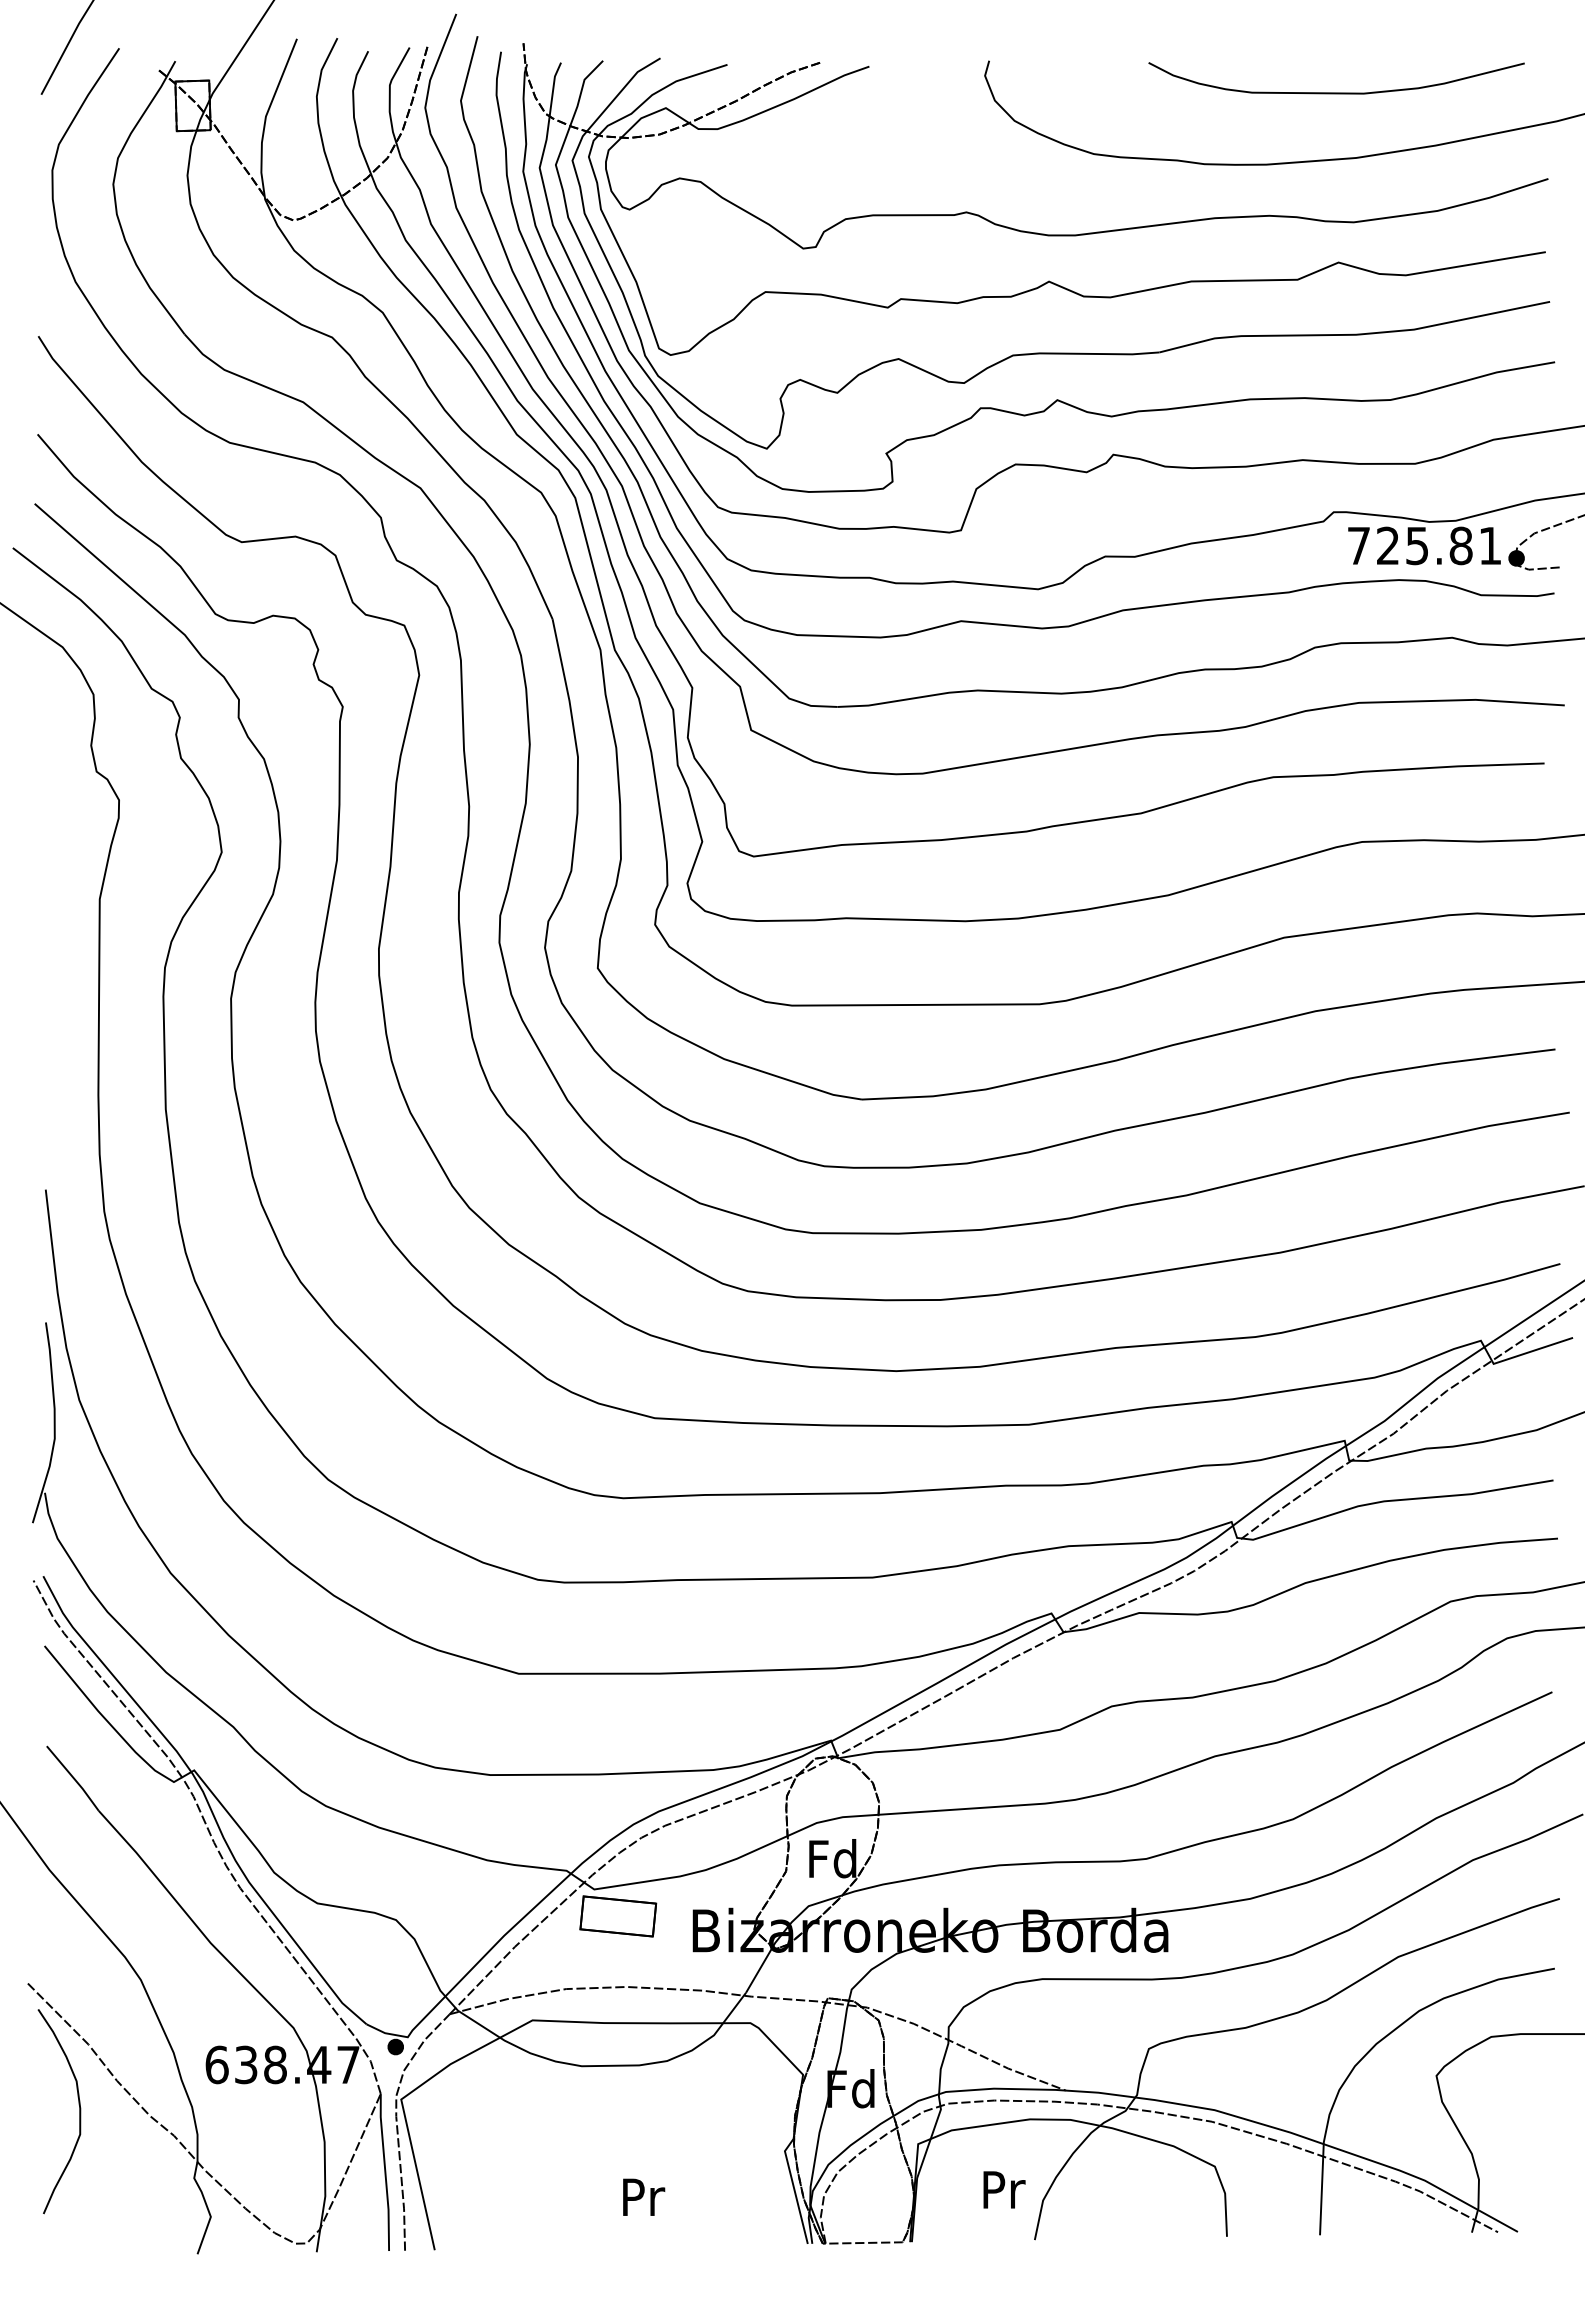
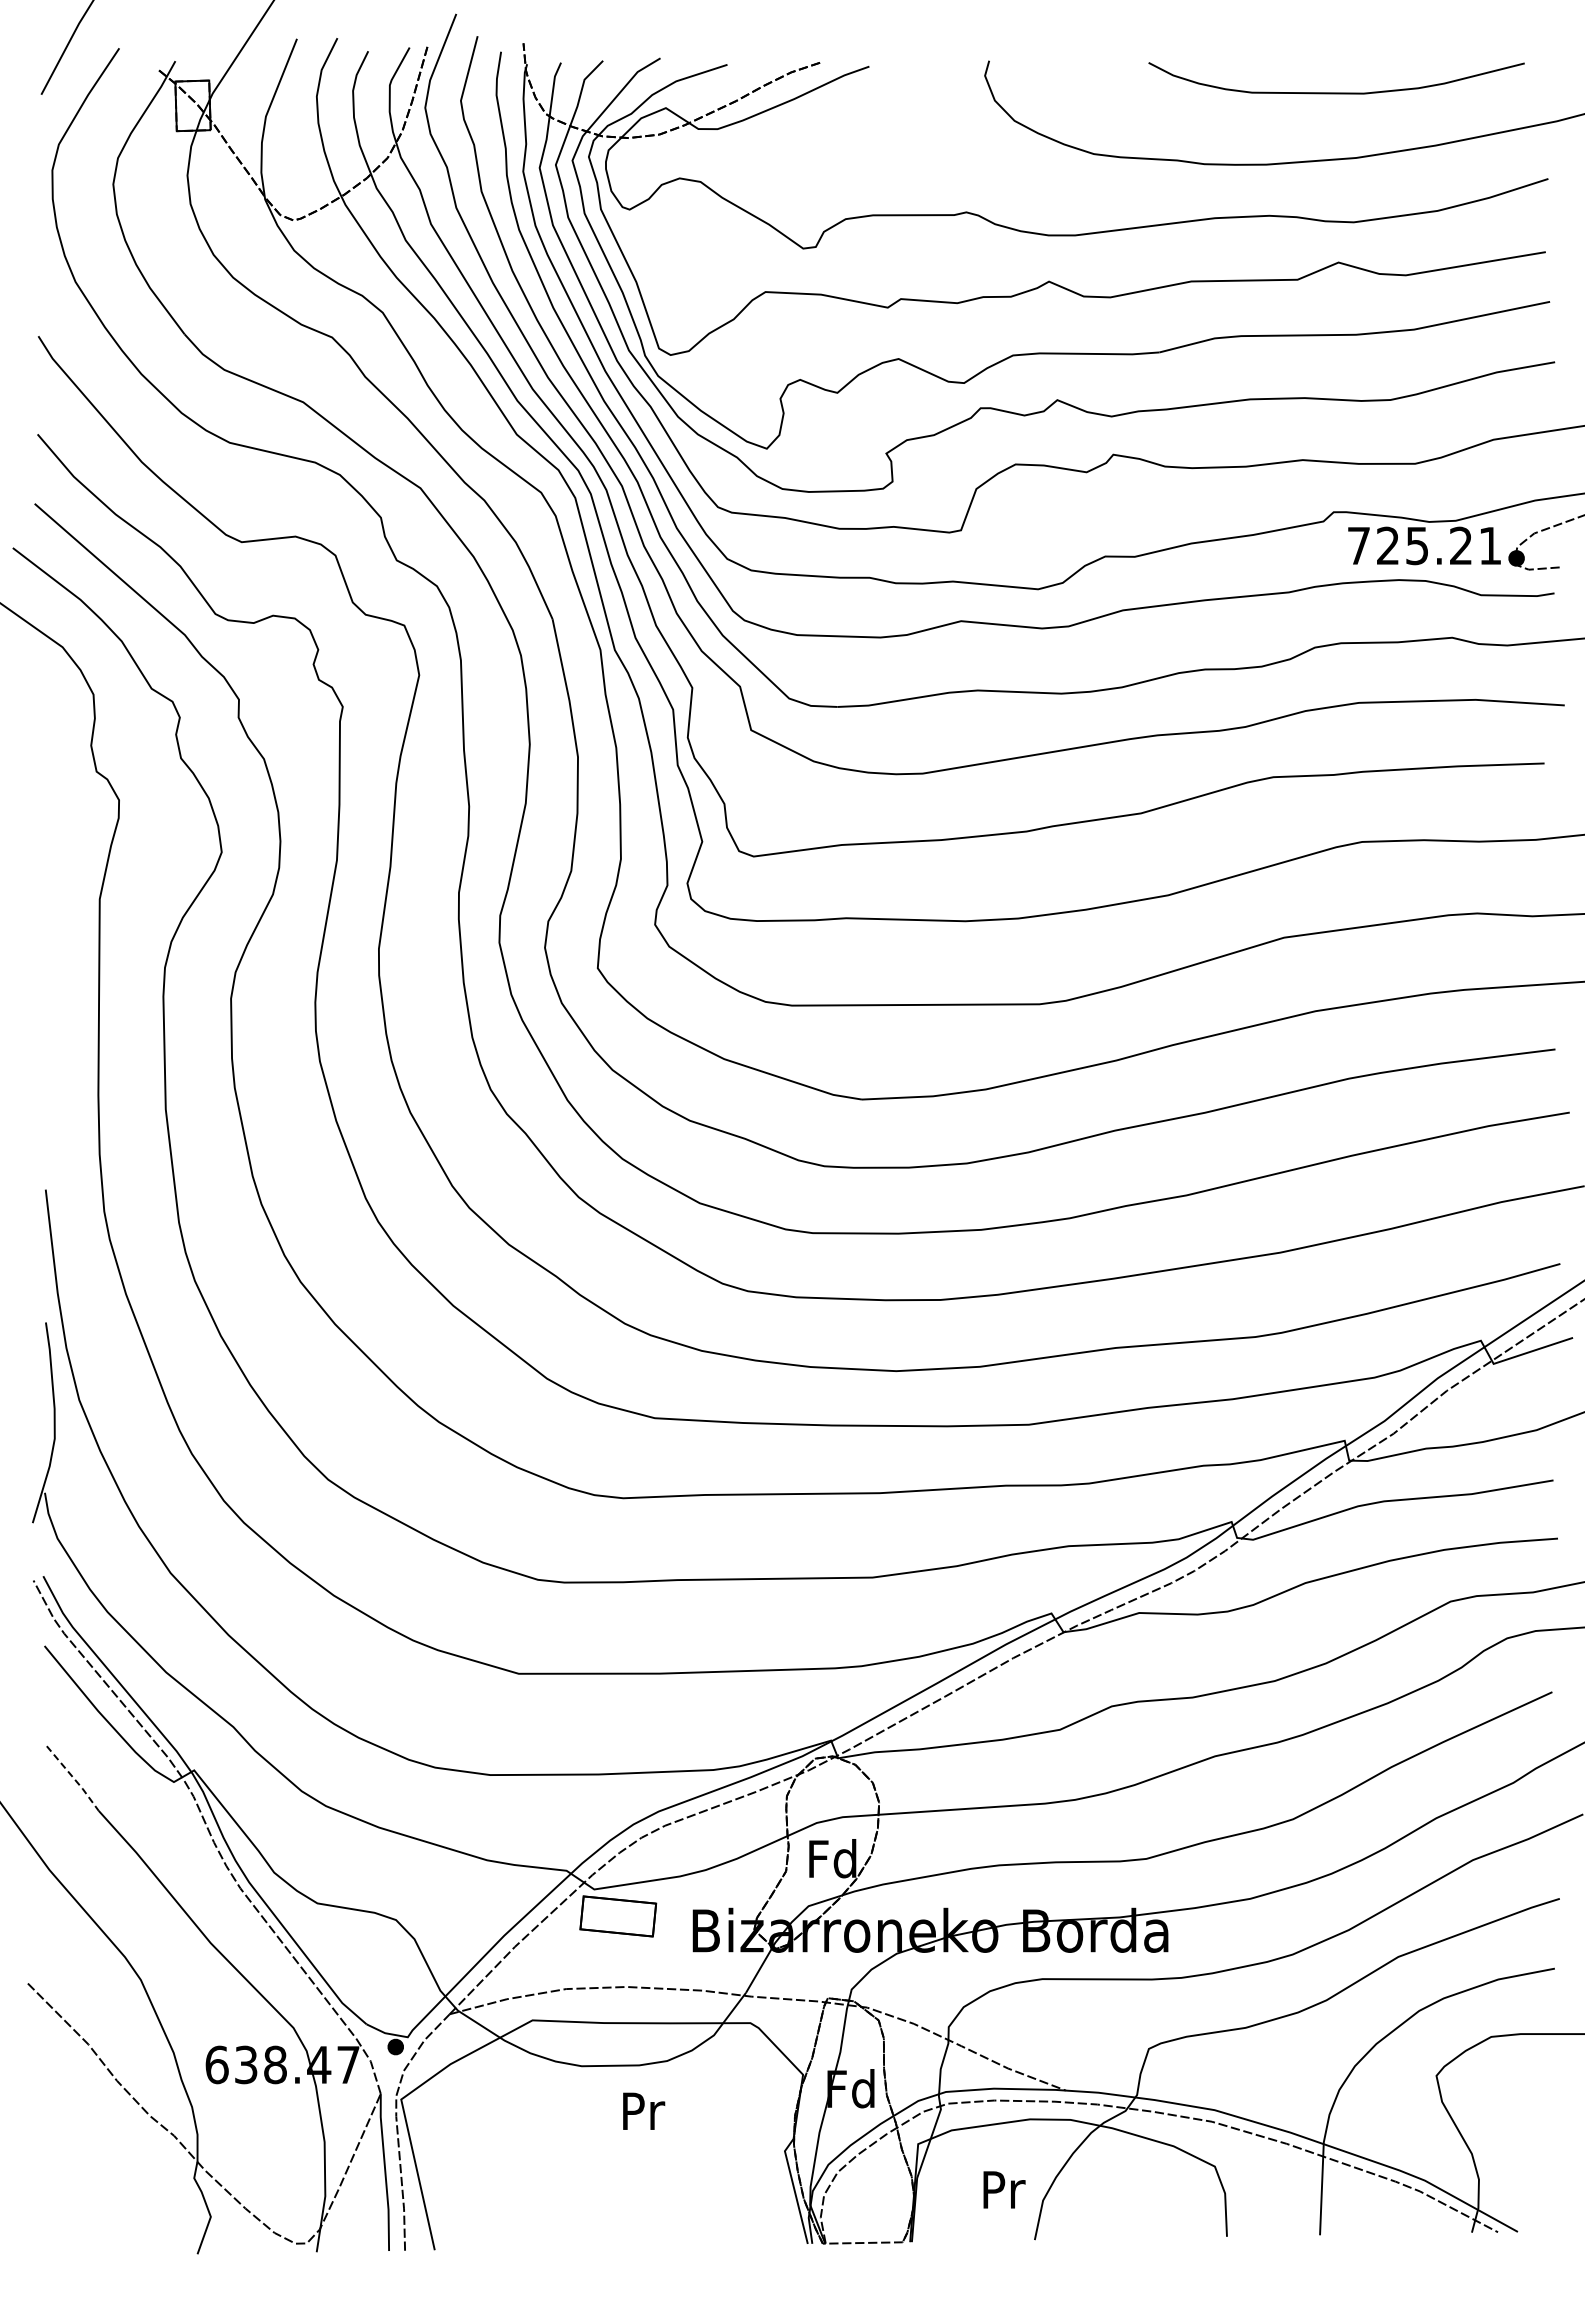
text at (1460, 545): 725.81 -> 725.21
line at (74, 1778): solid -> dashed
curve at (79, 2111): present -> none
text at (644, 2196) position: (644, 2196) -> (644, 2110)
